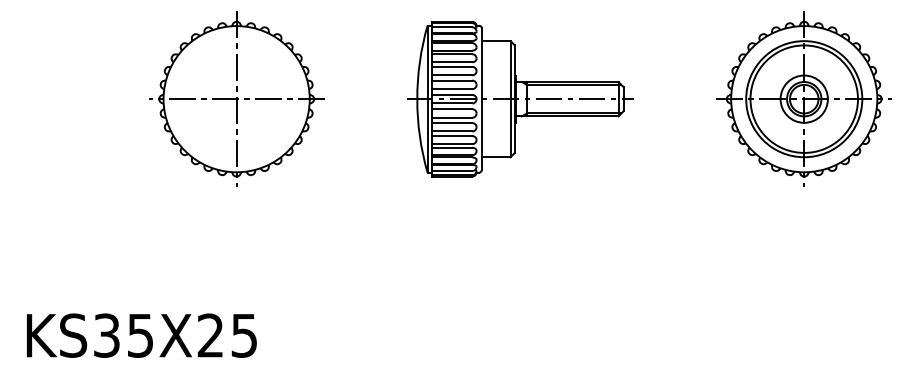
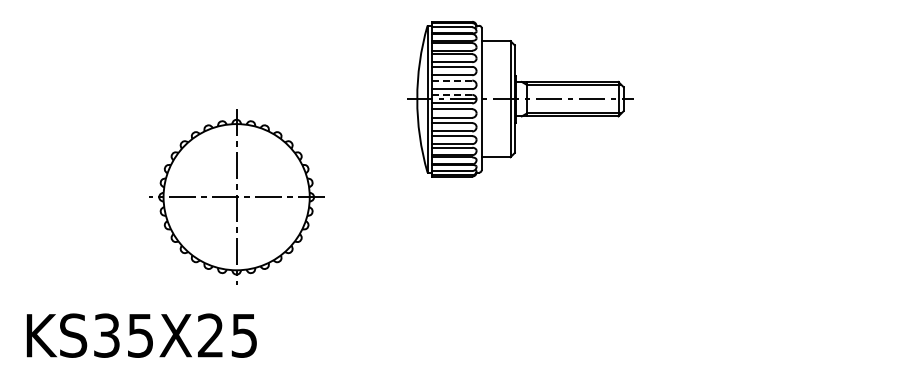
line at (452, 80): solid -> dashed
line at (452, 94): solid -> dashed
part at (236, 98) position: (236, 98) -> (236, 196)
part at (803, 98): present -> none
